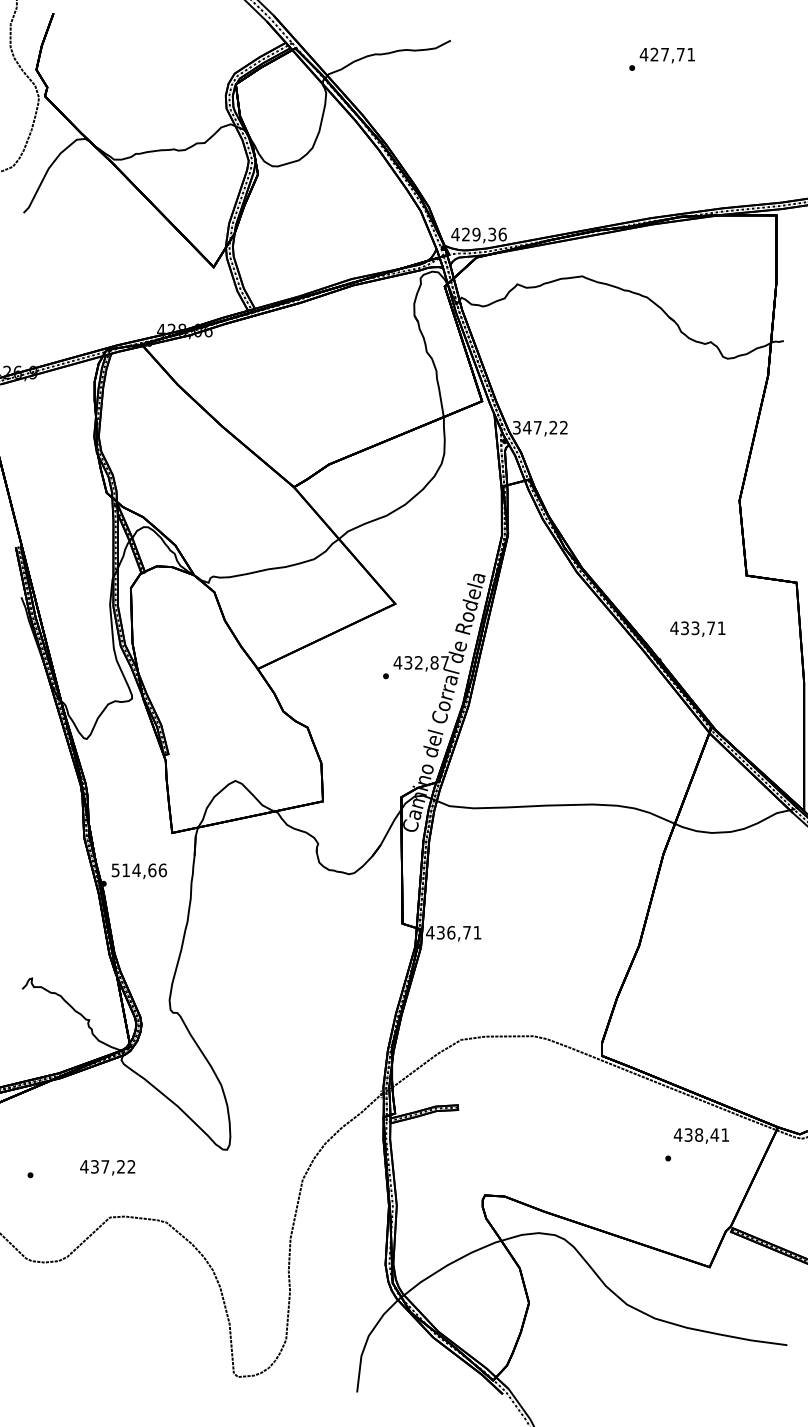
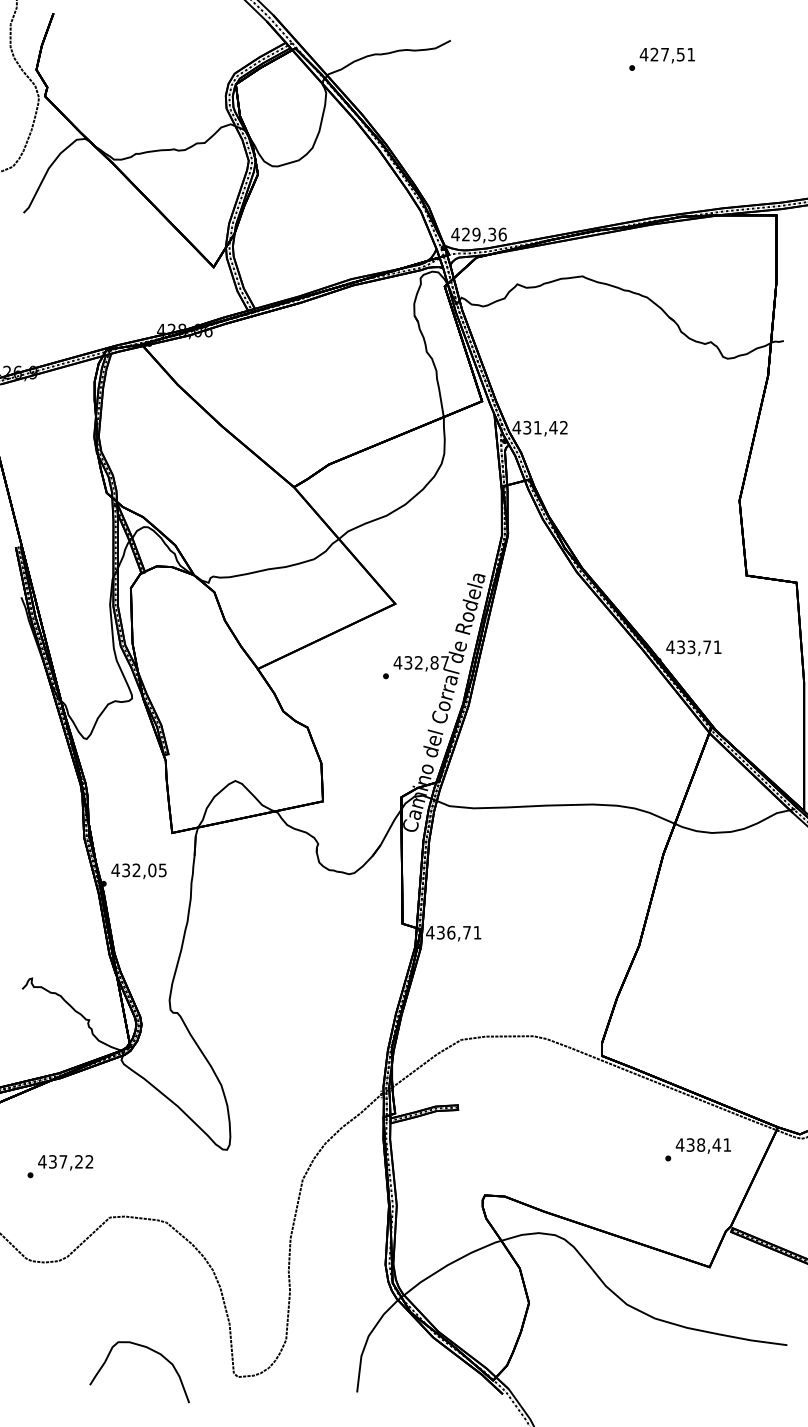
text at (680, 54): 427,71 -> 427,51
text at (534, 427): 347,22 -> 431,42
text at (697, 628) position: (697, 628) -> (693, 647)
text at (138, 870): 514,66 -> 432,05
text at (700, 1135) position: (700, 1135) -> (702, 1145)
text at (107, 1167) position: (107, 1167) -> (65, 1162)
curve at (150, 1350): none -> present
